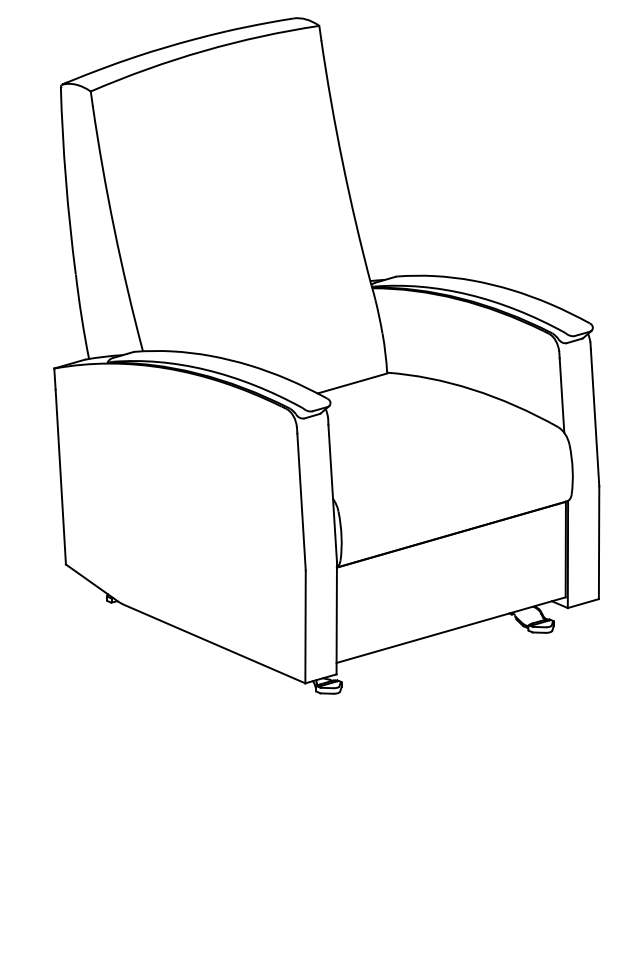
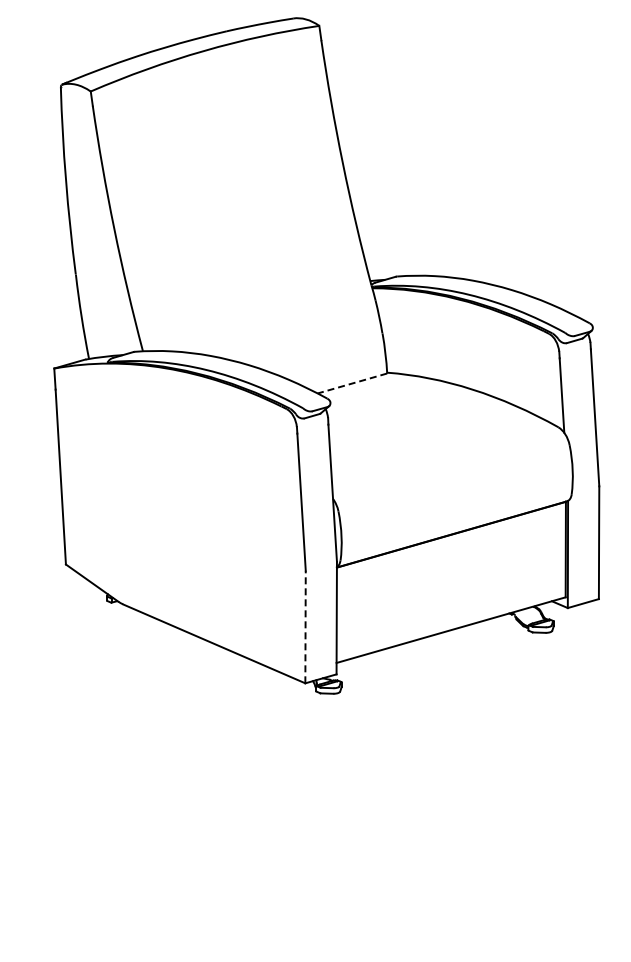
line at (351, 383): solid -> dashed
line at (305, 626): solid -> dashed
